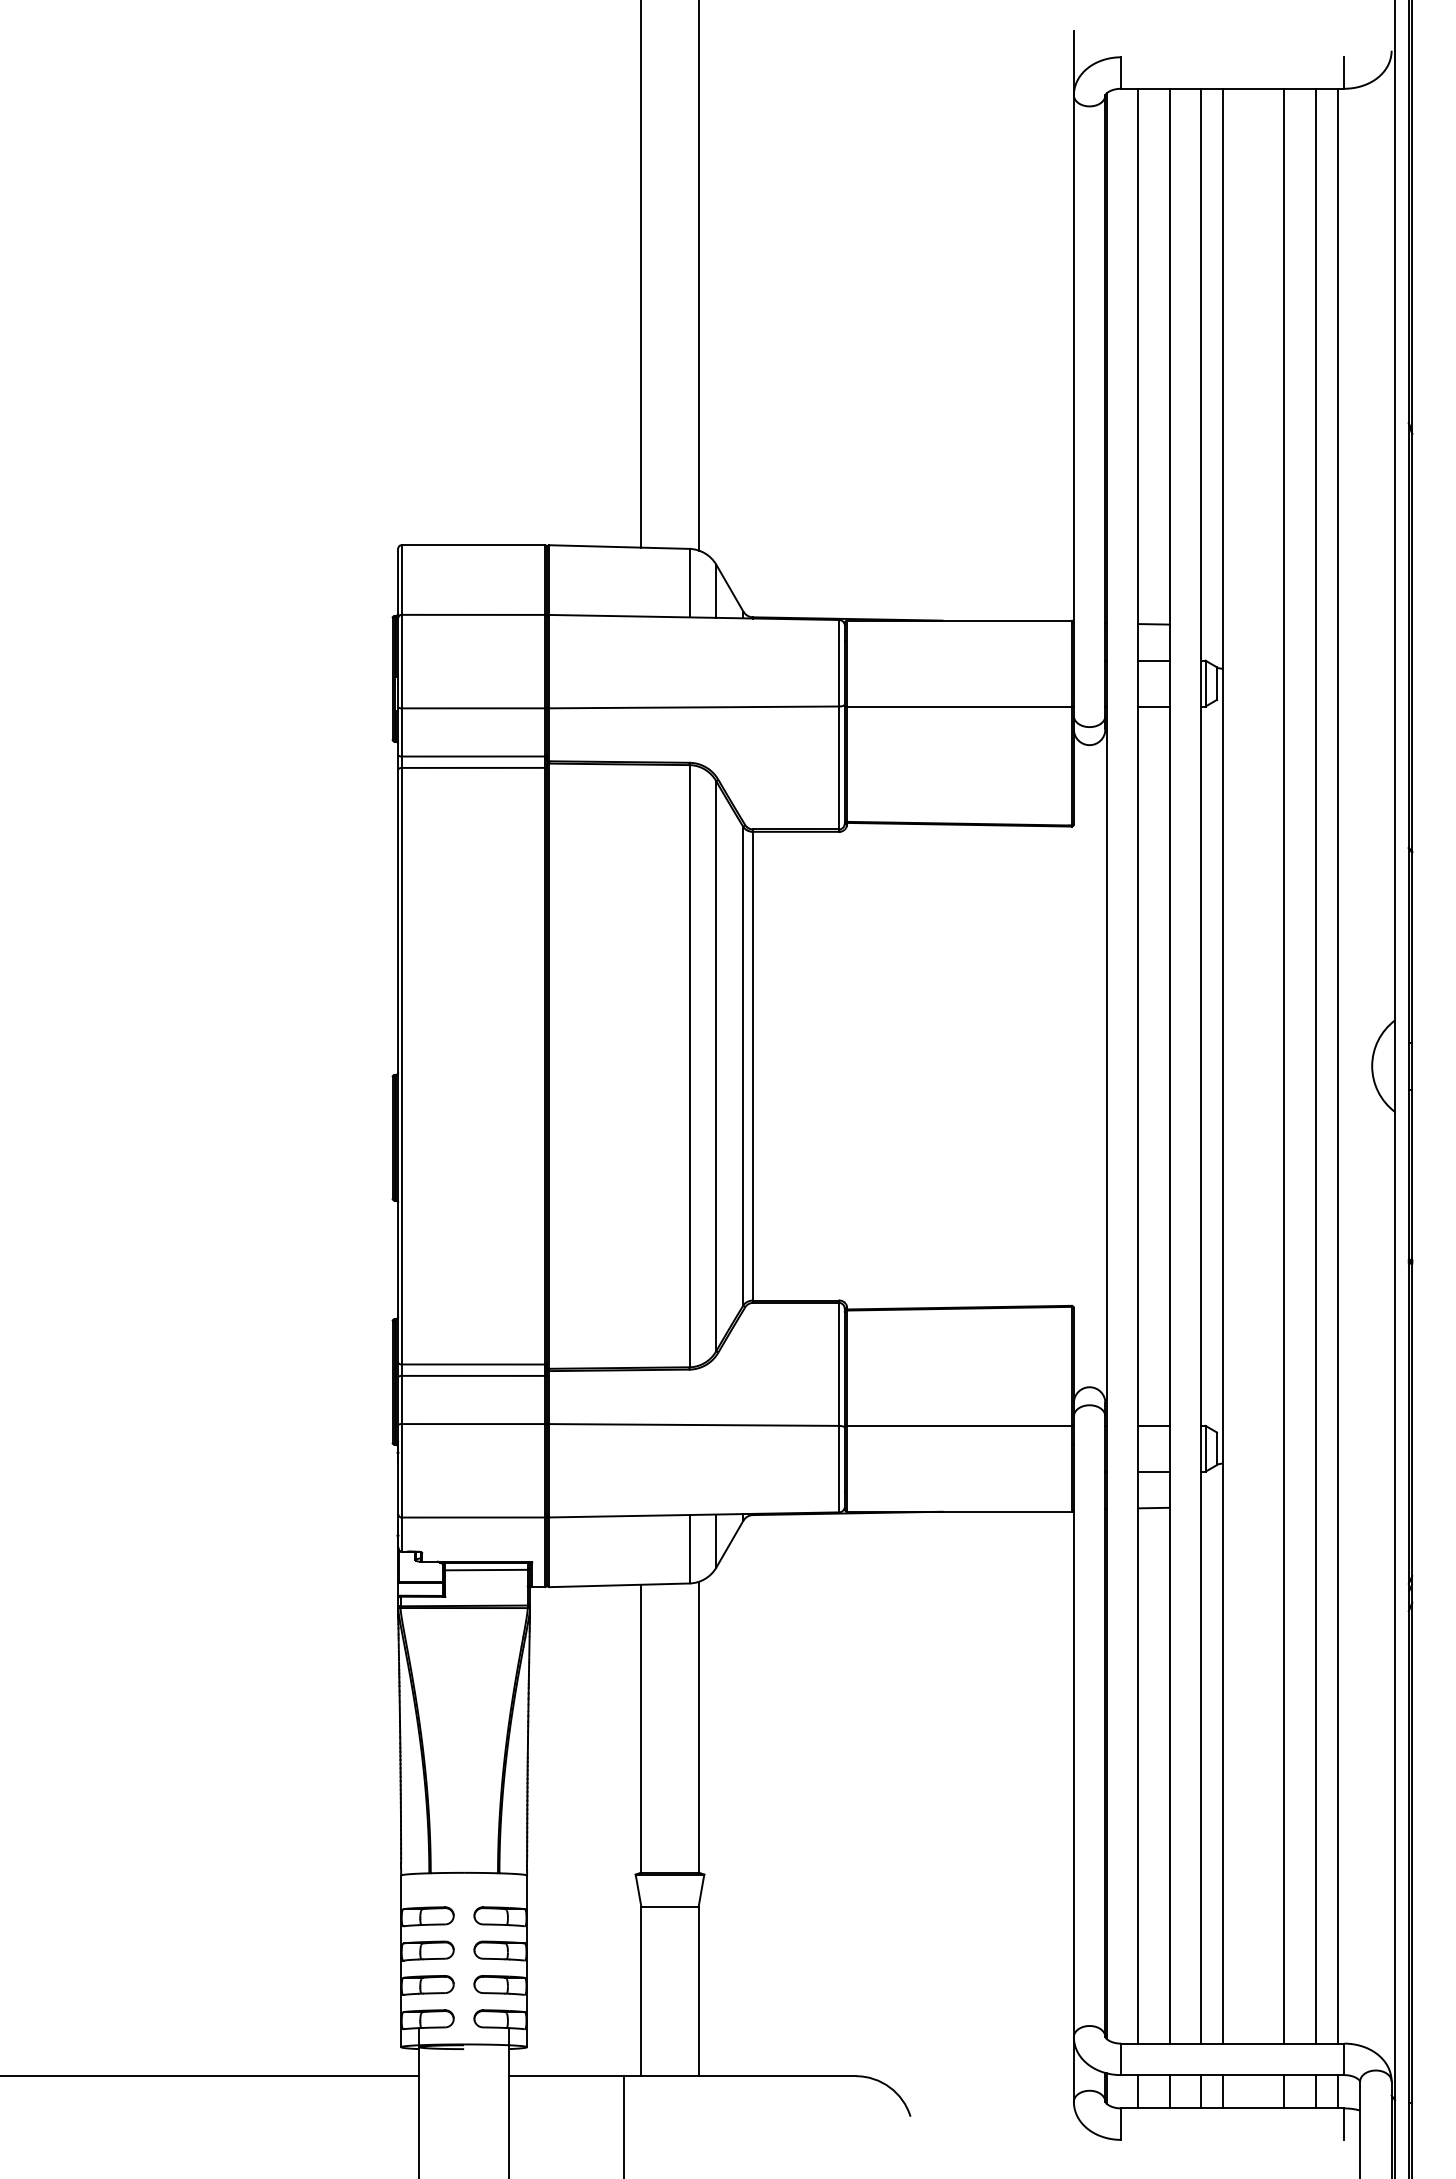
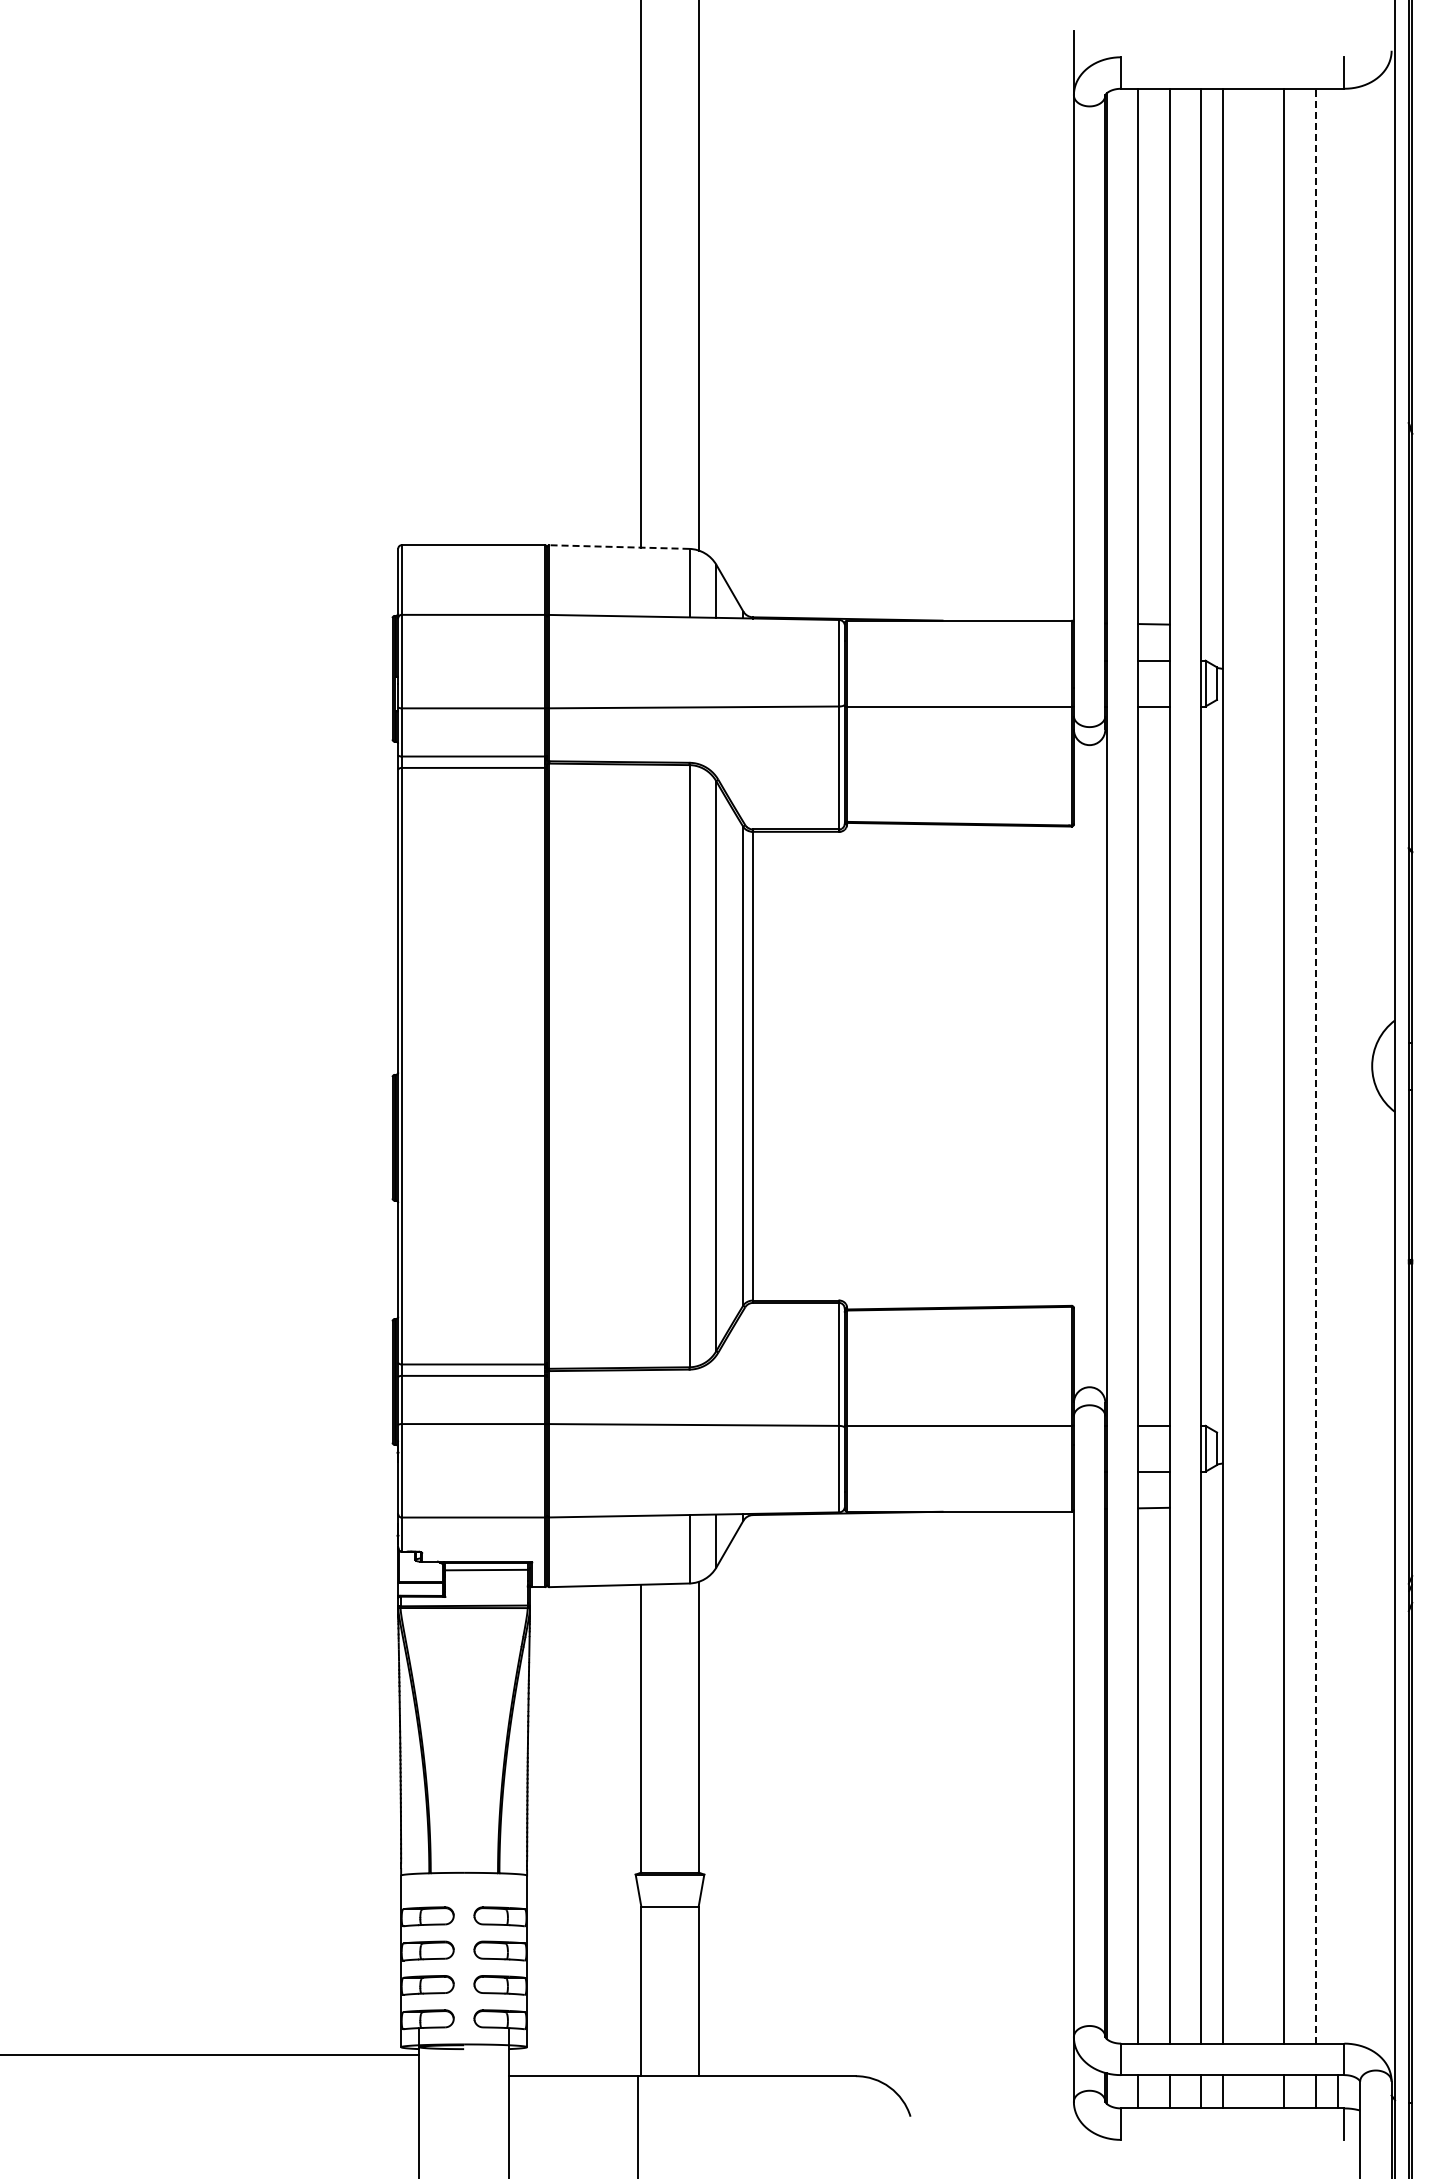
line at (619, 547): solid -> dashed
line at (1315, 1065): solid -> dashed
line at (1337, 1065): present -> none
line at (210, 2076) position: (210, 2076) -> (210, 2055)
line at (623, 2125) position: (623, 2125) -> (637, 2125)
